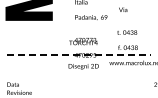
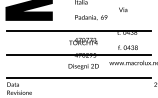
line at (78, 31): none -> present
line at (79, 54): dashed -> solid
line at (78, 77): none -> present
